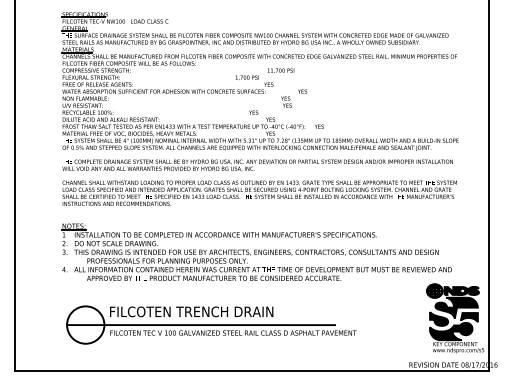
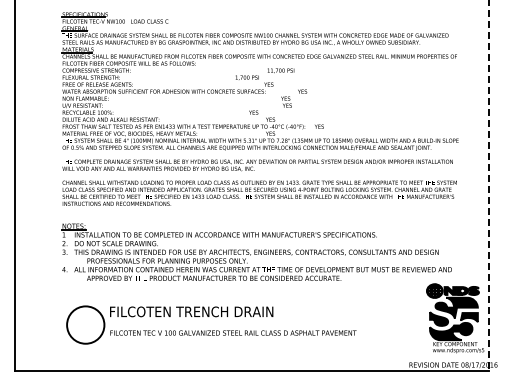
line at (488, 185): solid -> dashed
line at (201, 325): present -> none
